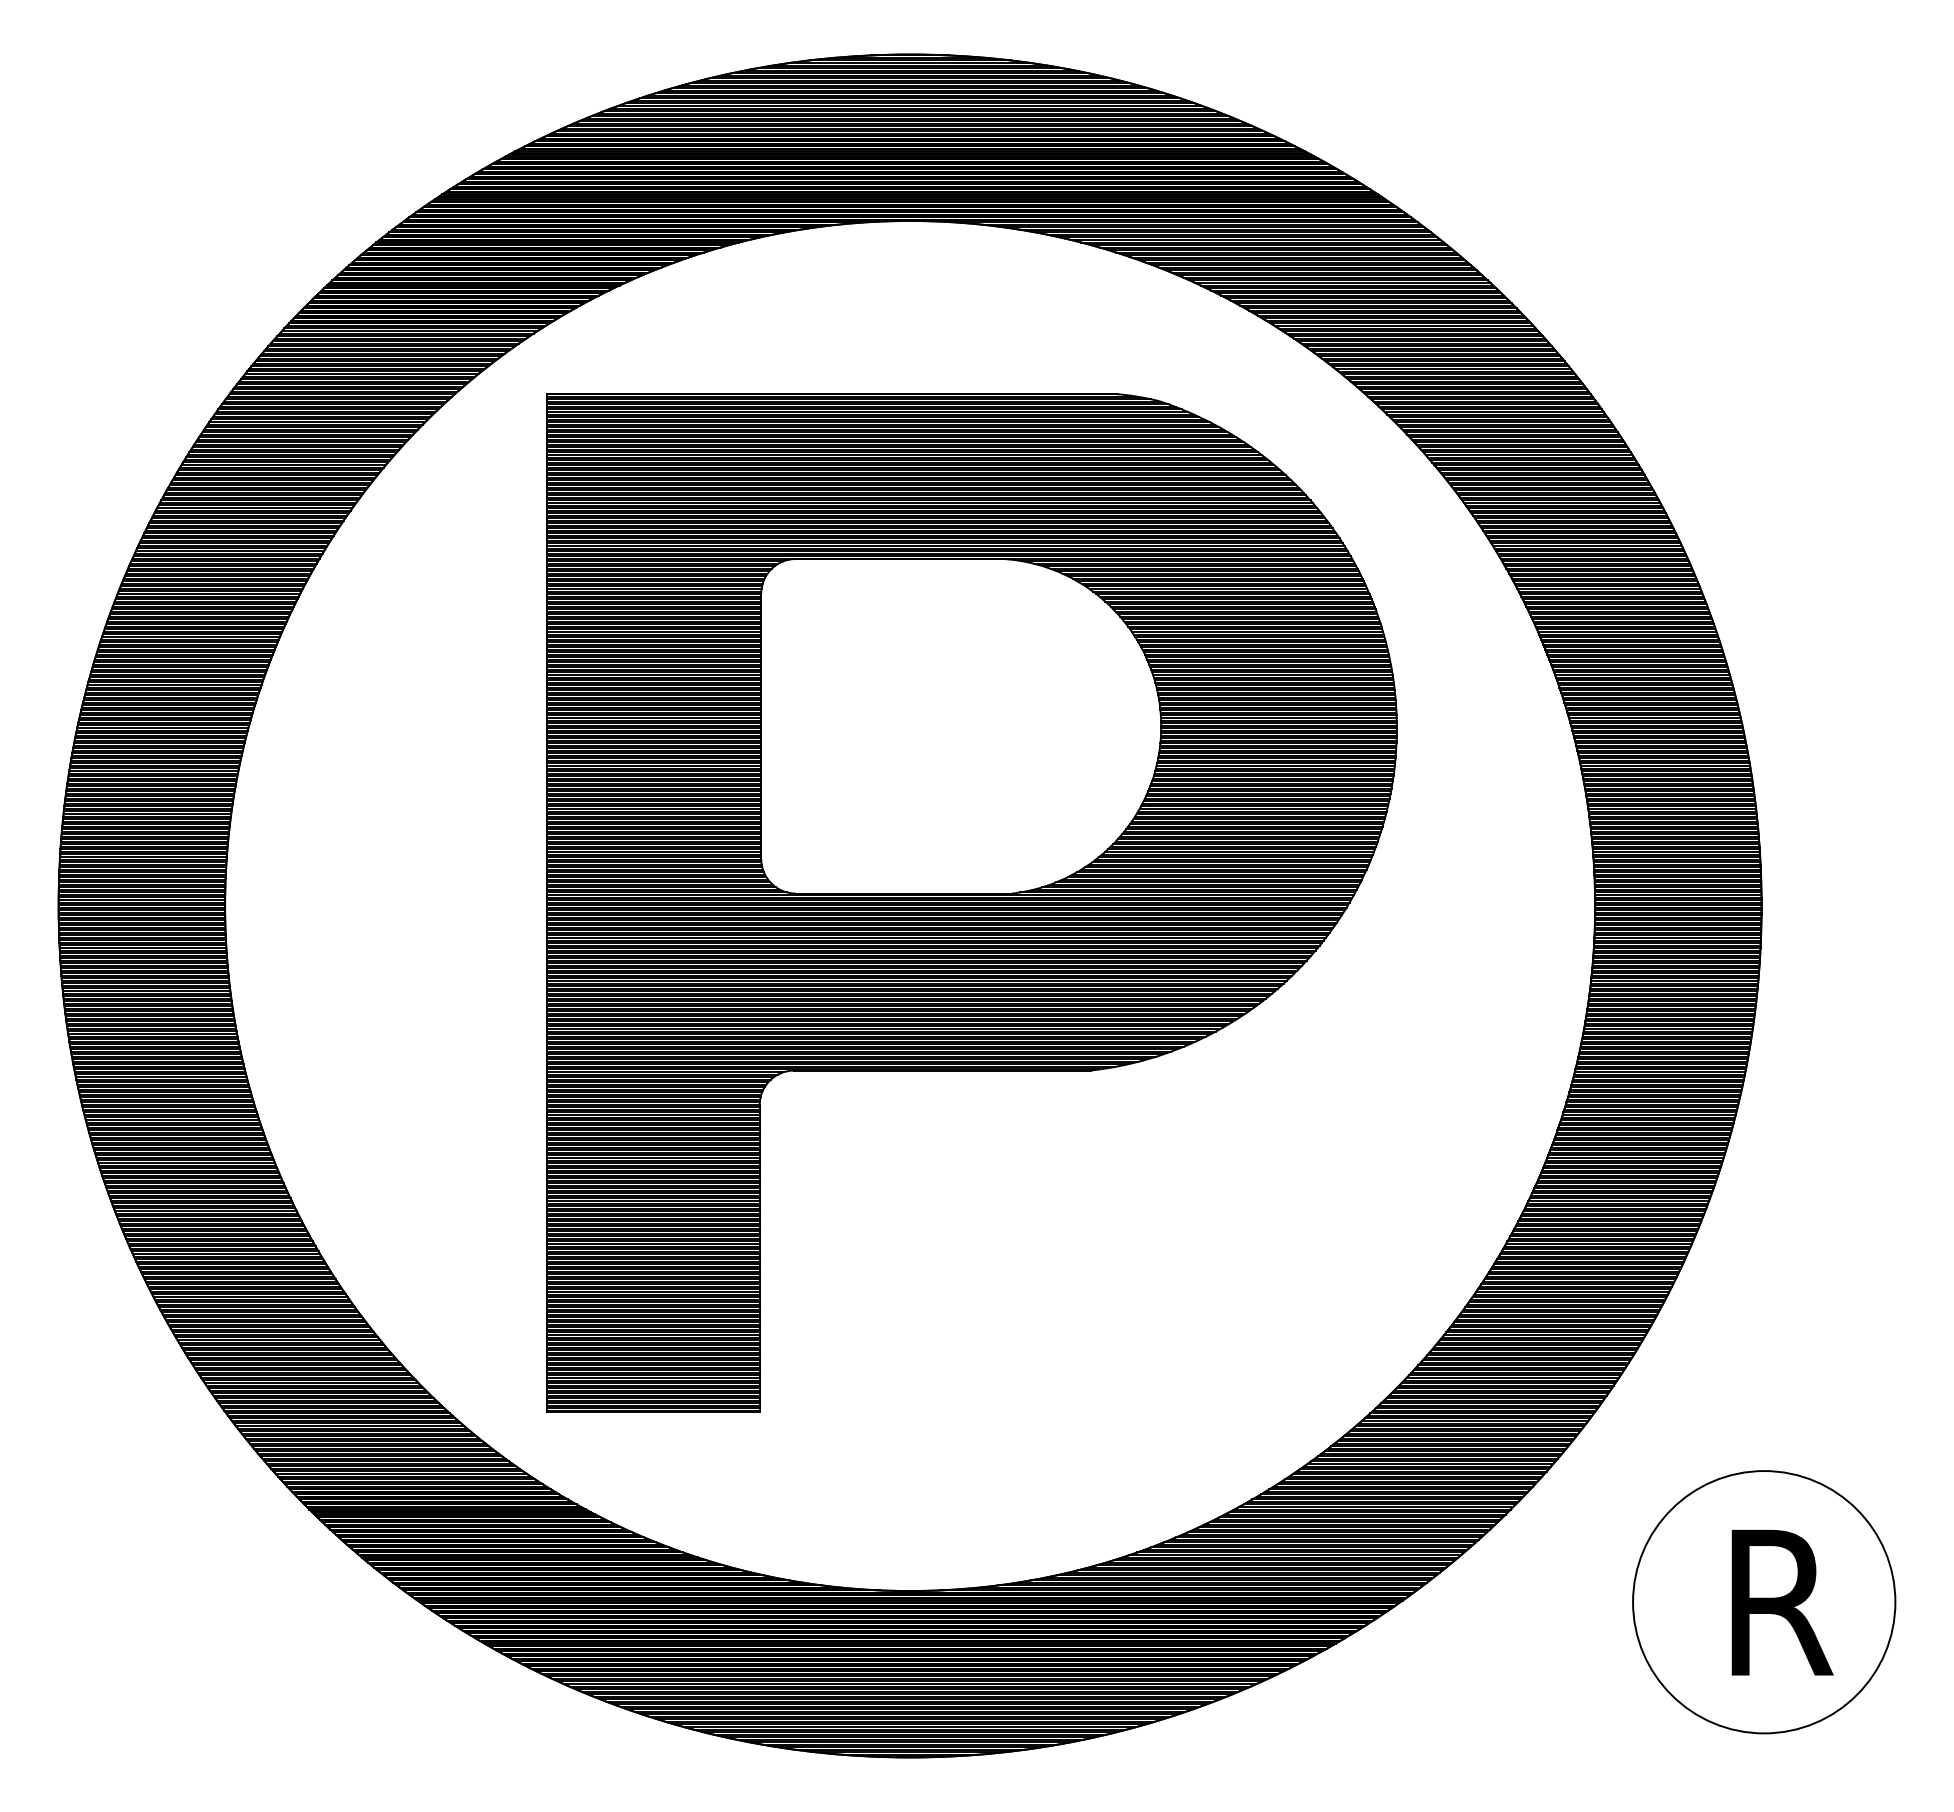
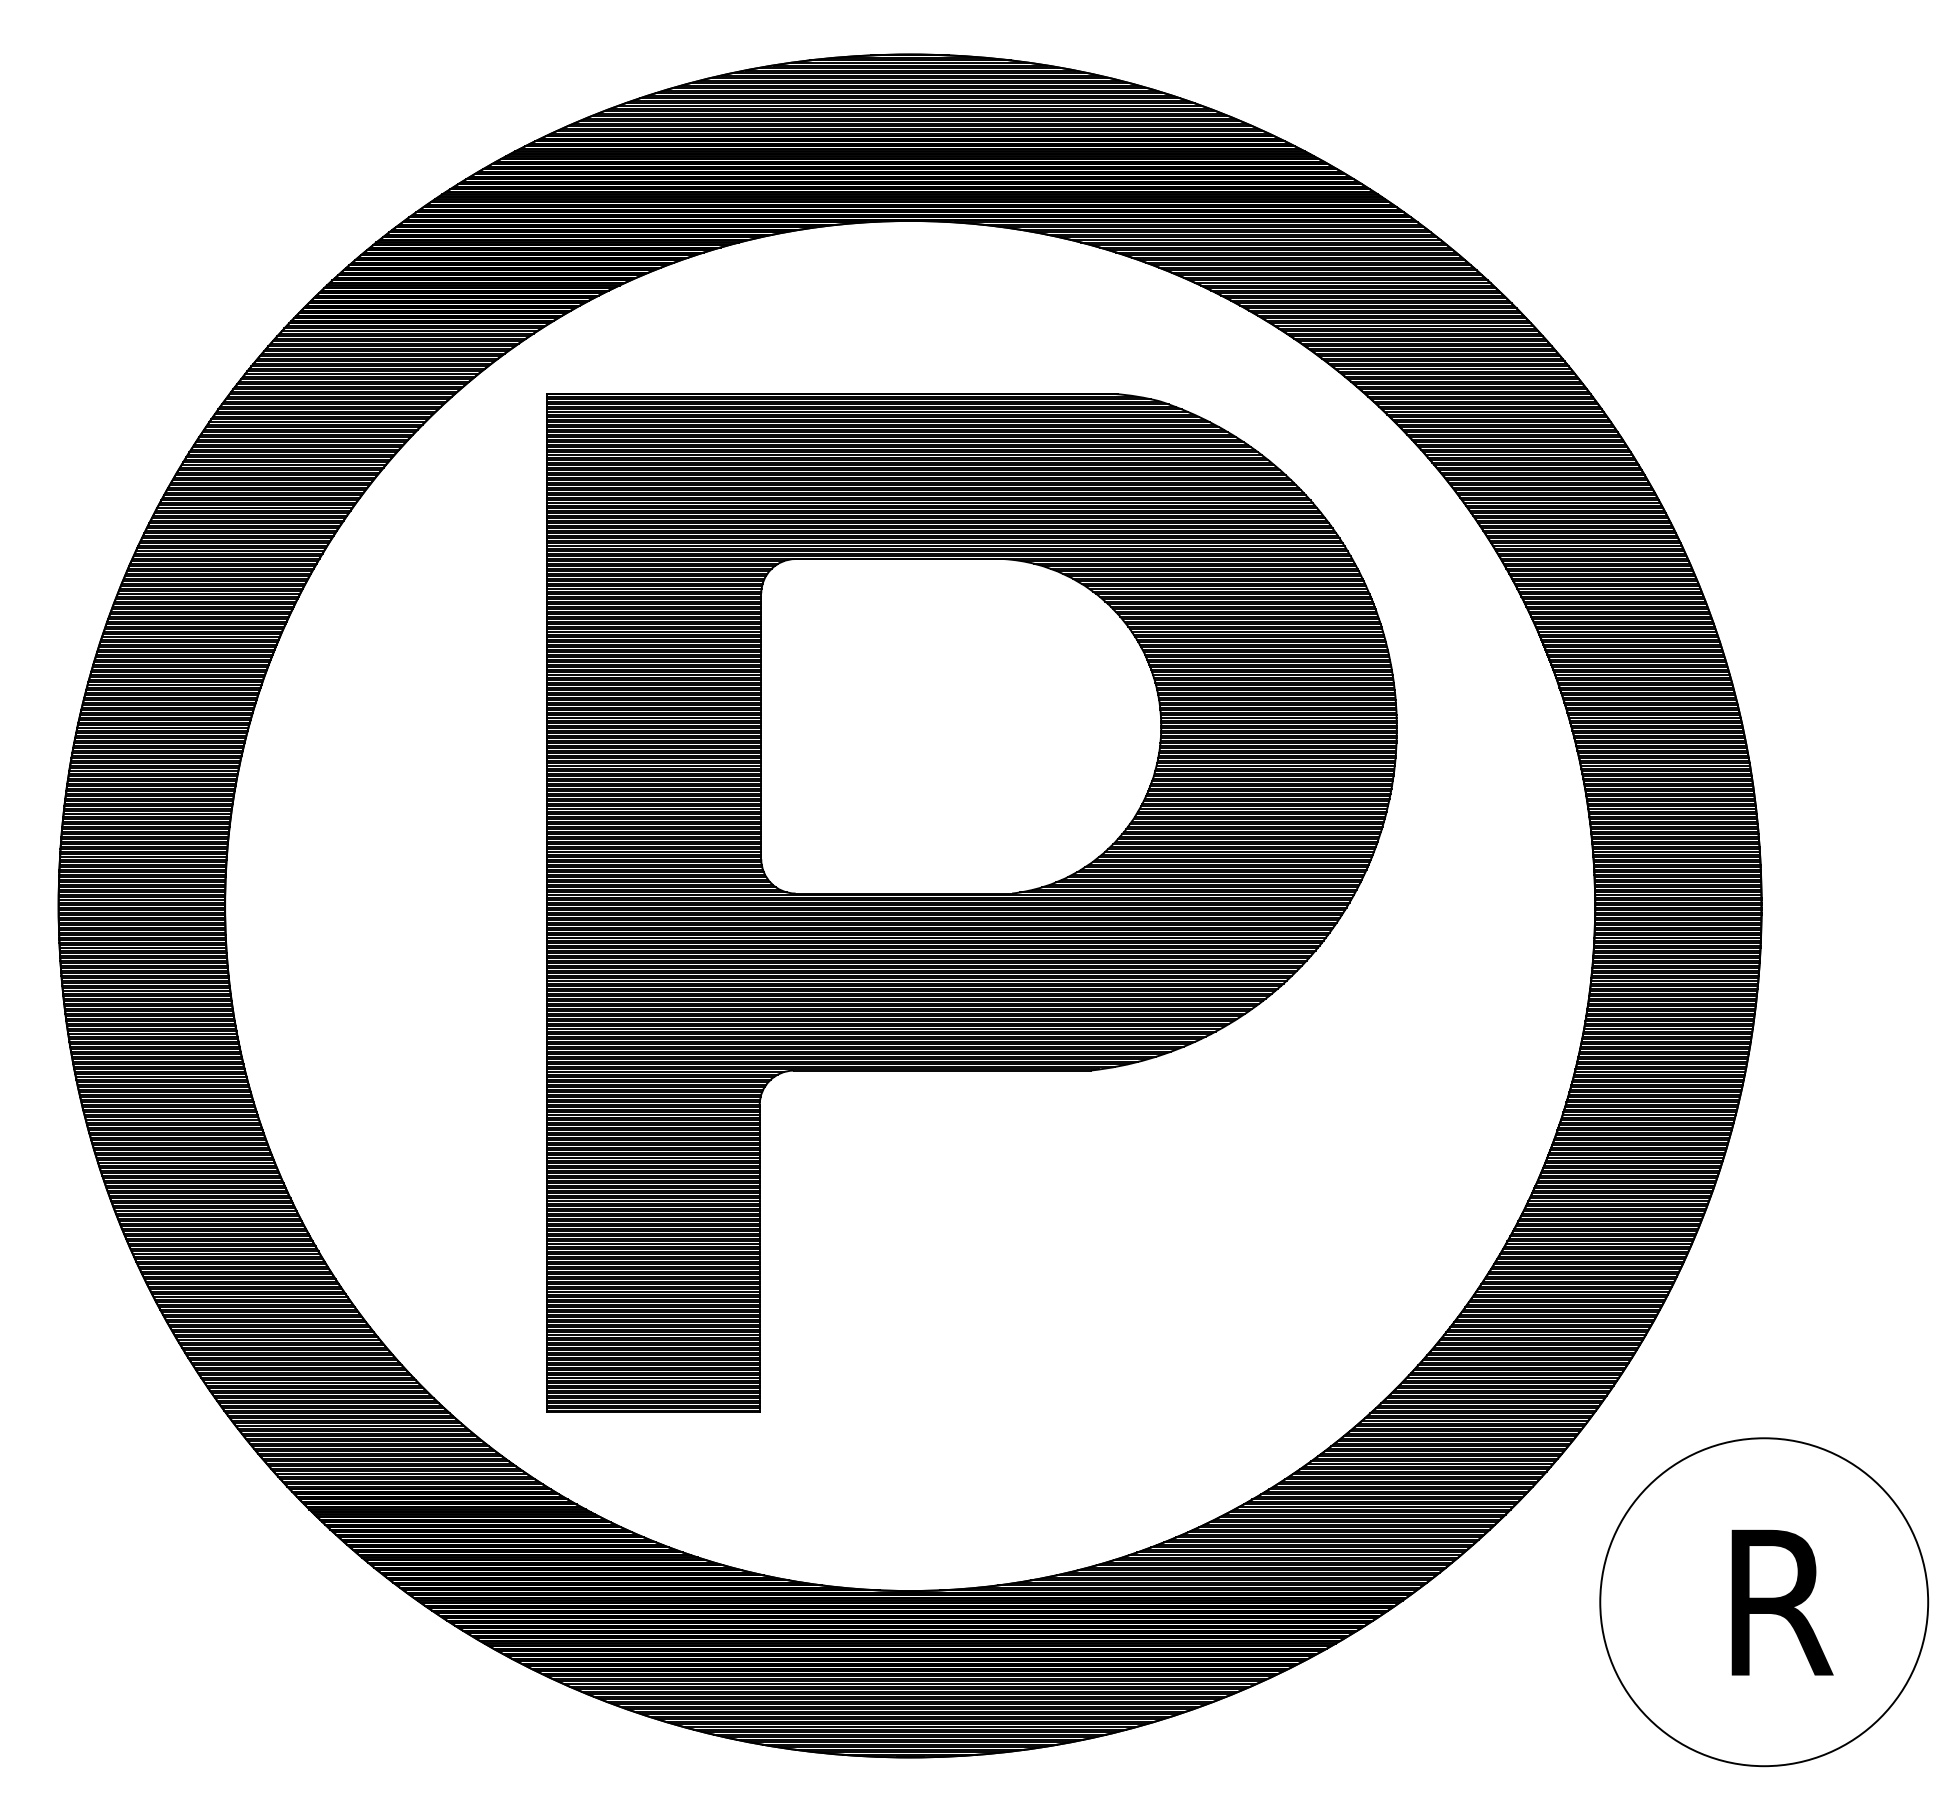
circle at (1764, 1602) diameter: 262 px -> 328 px
